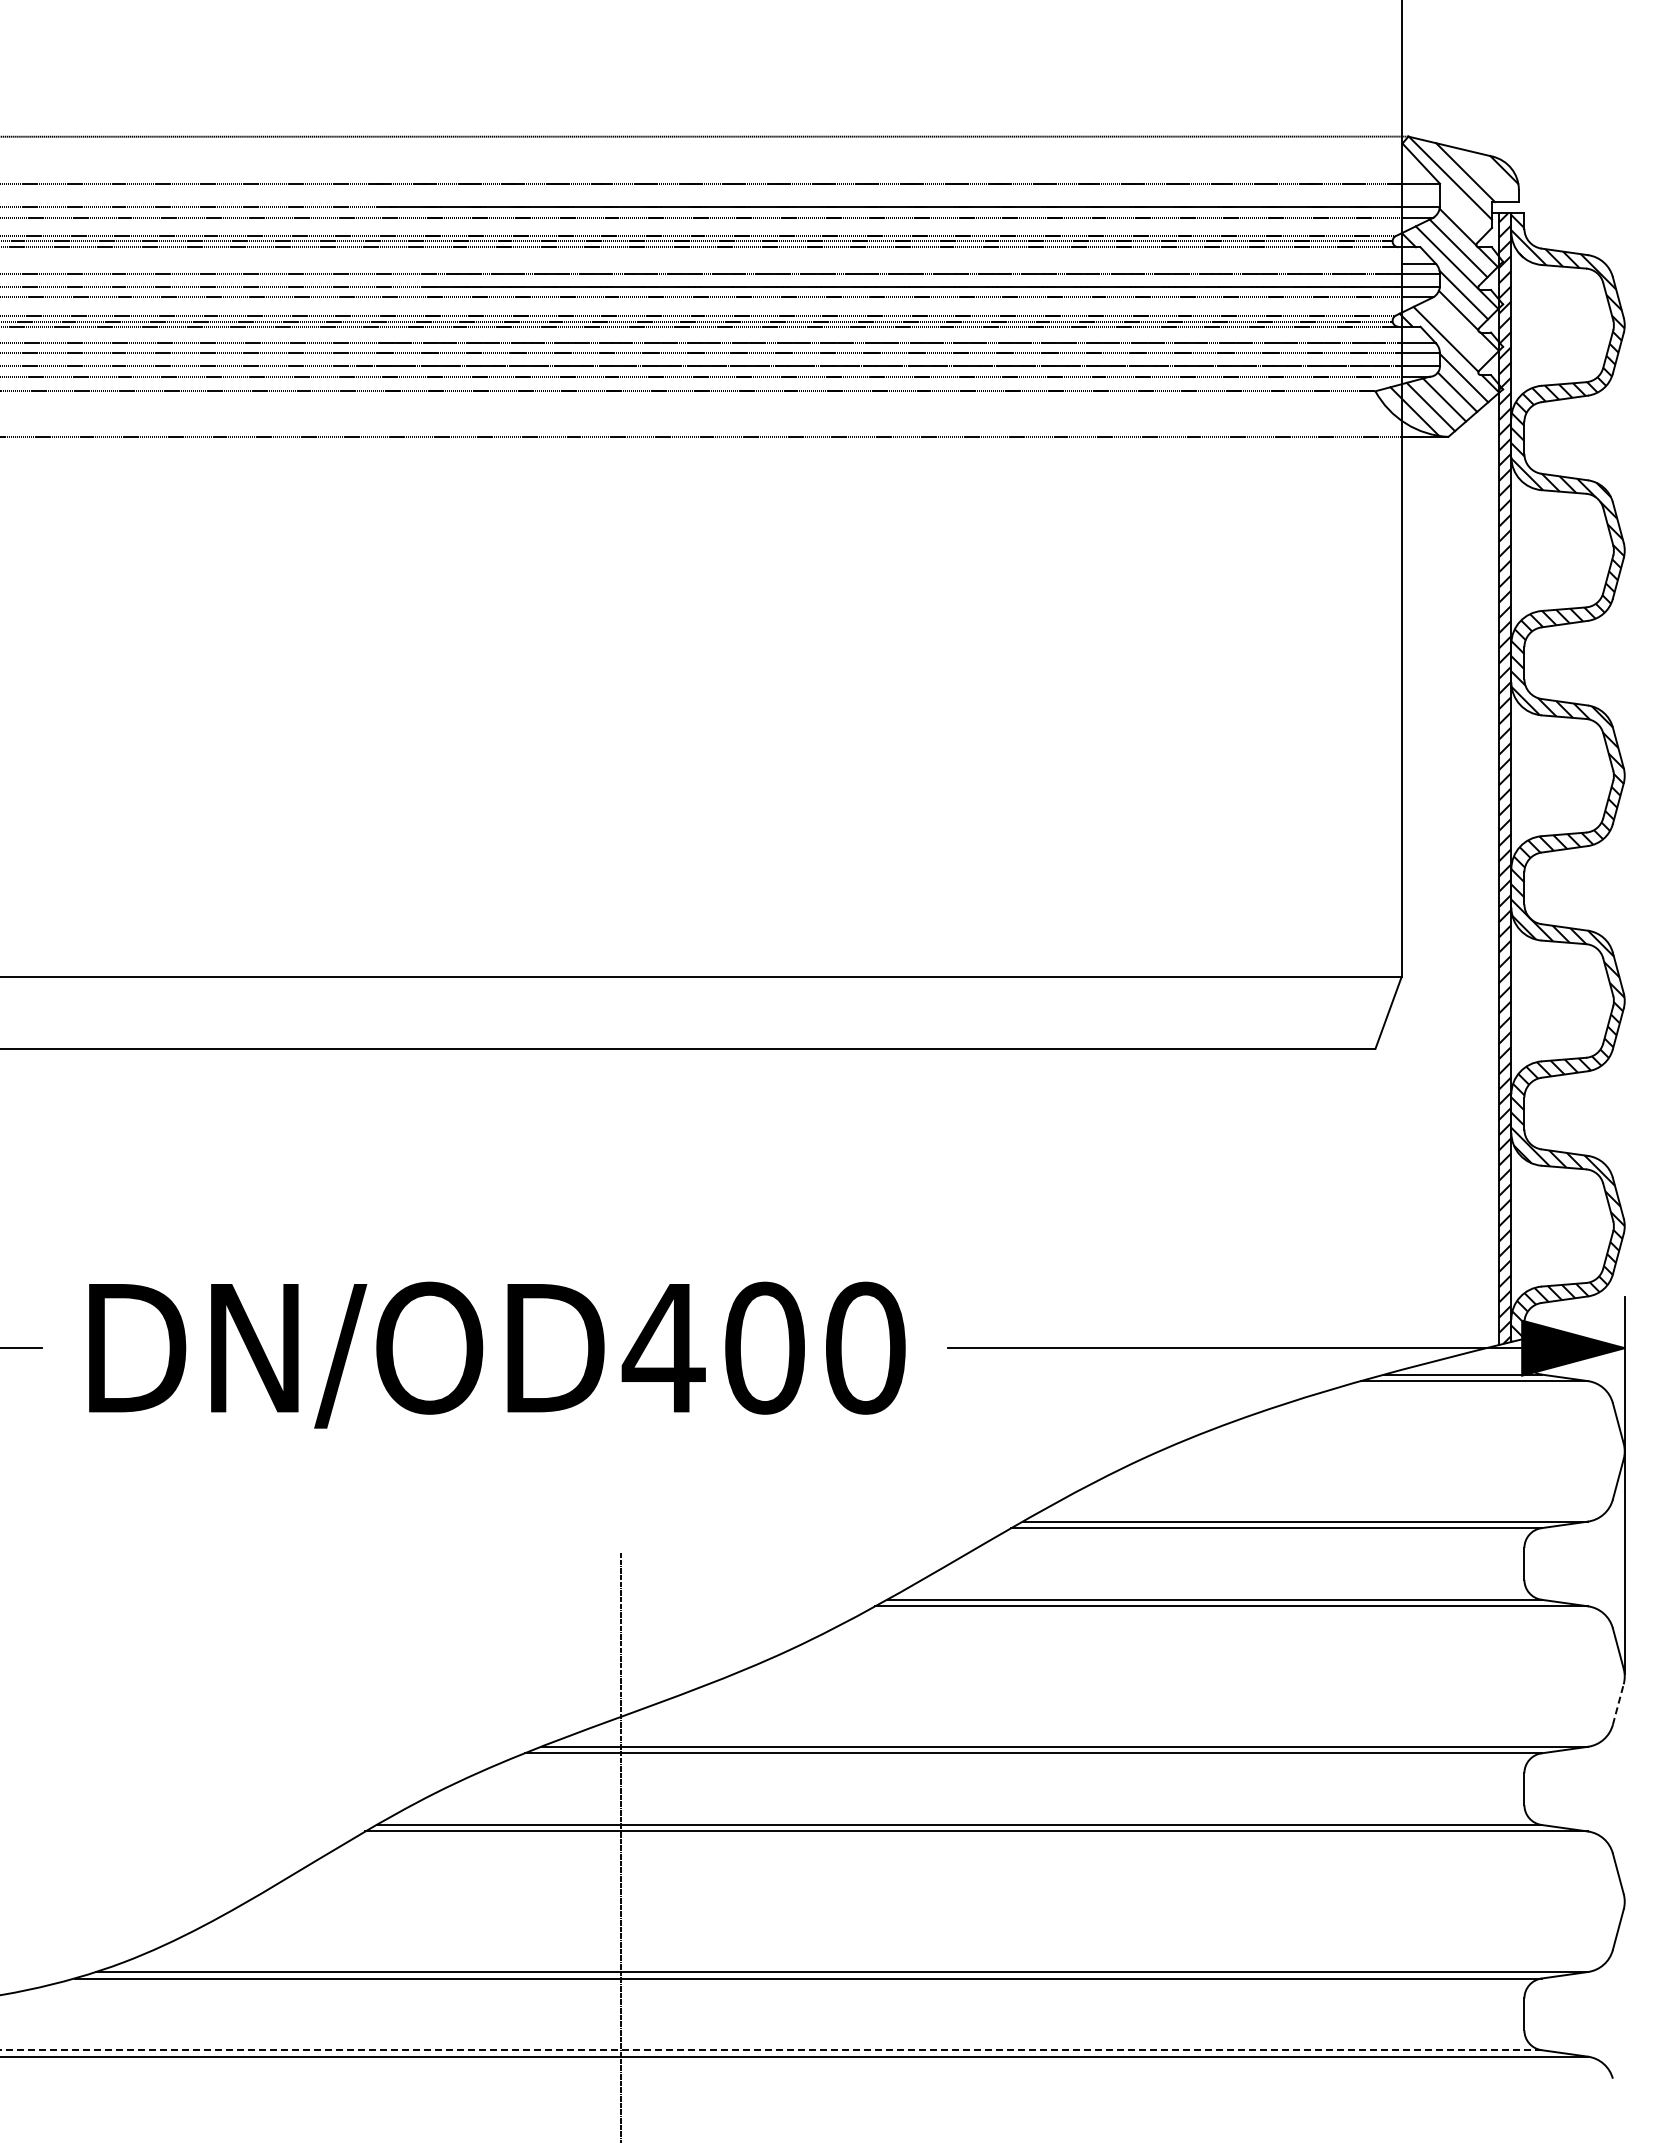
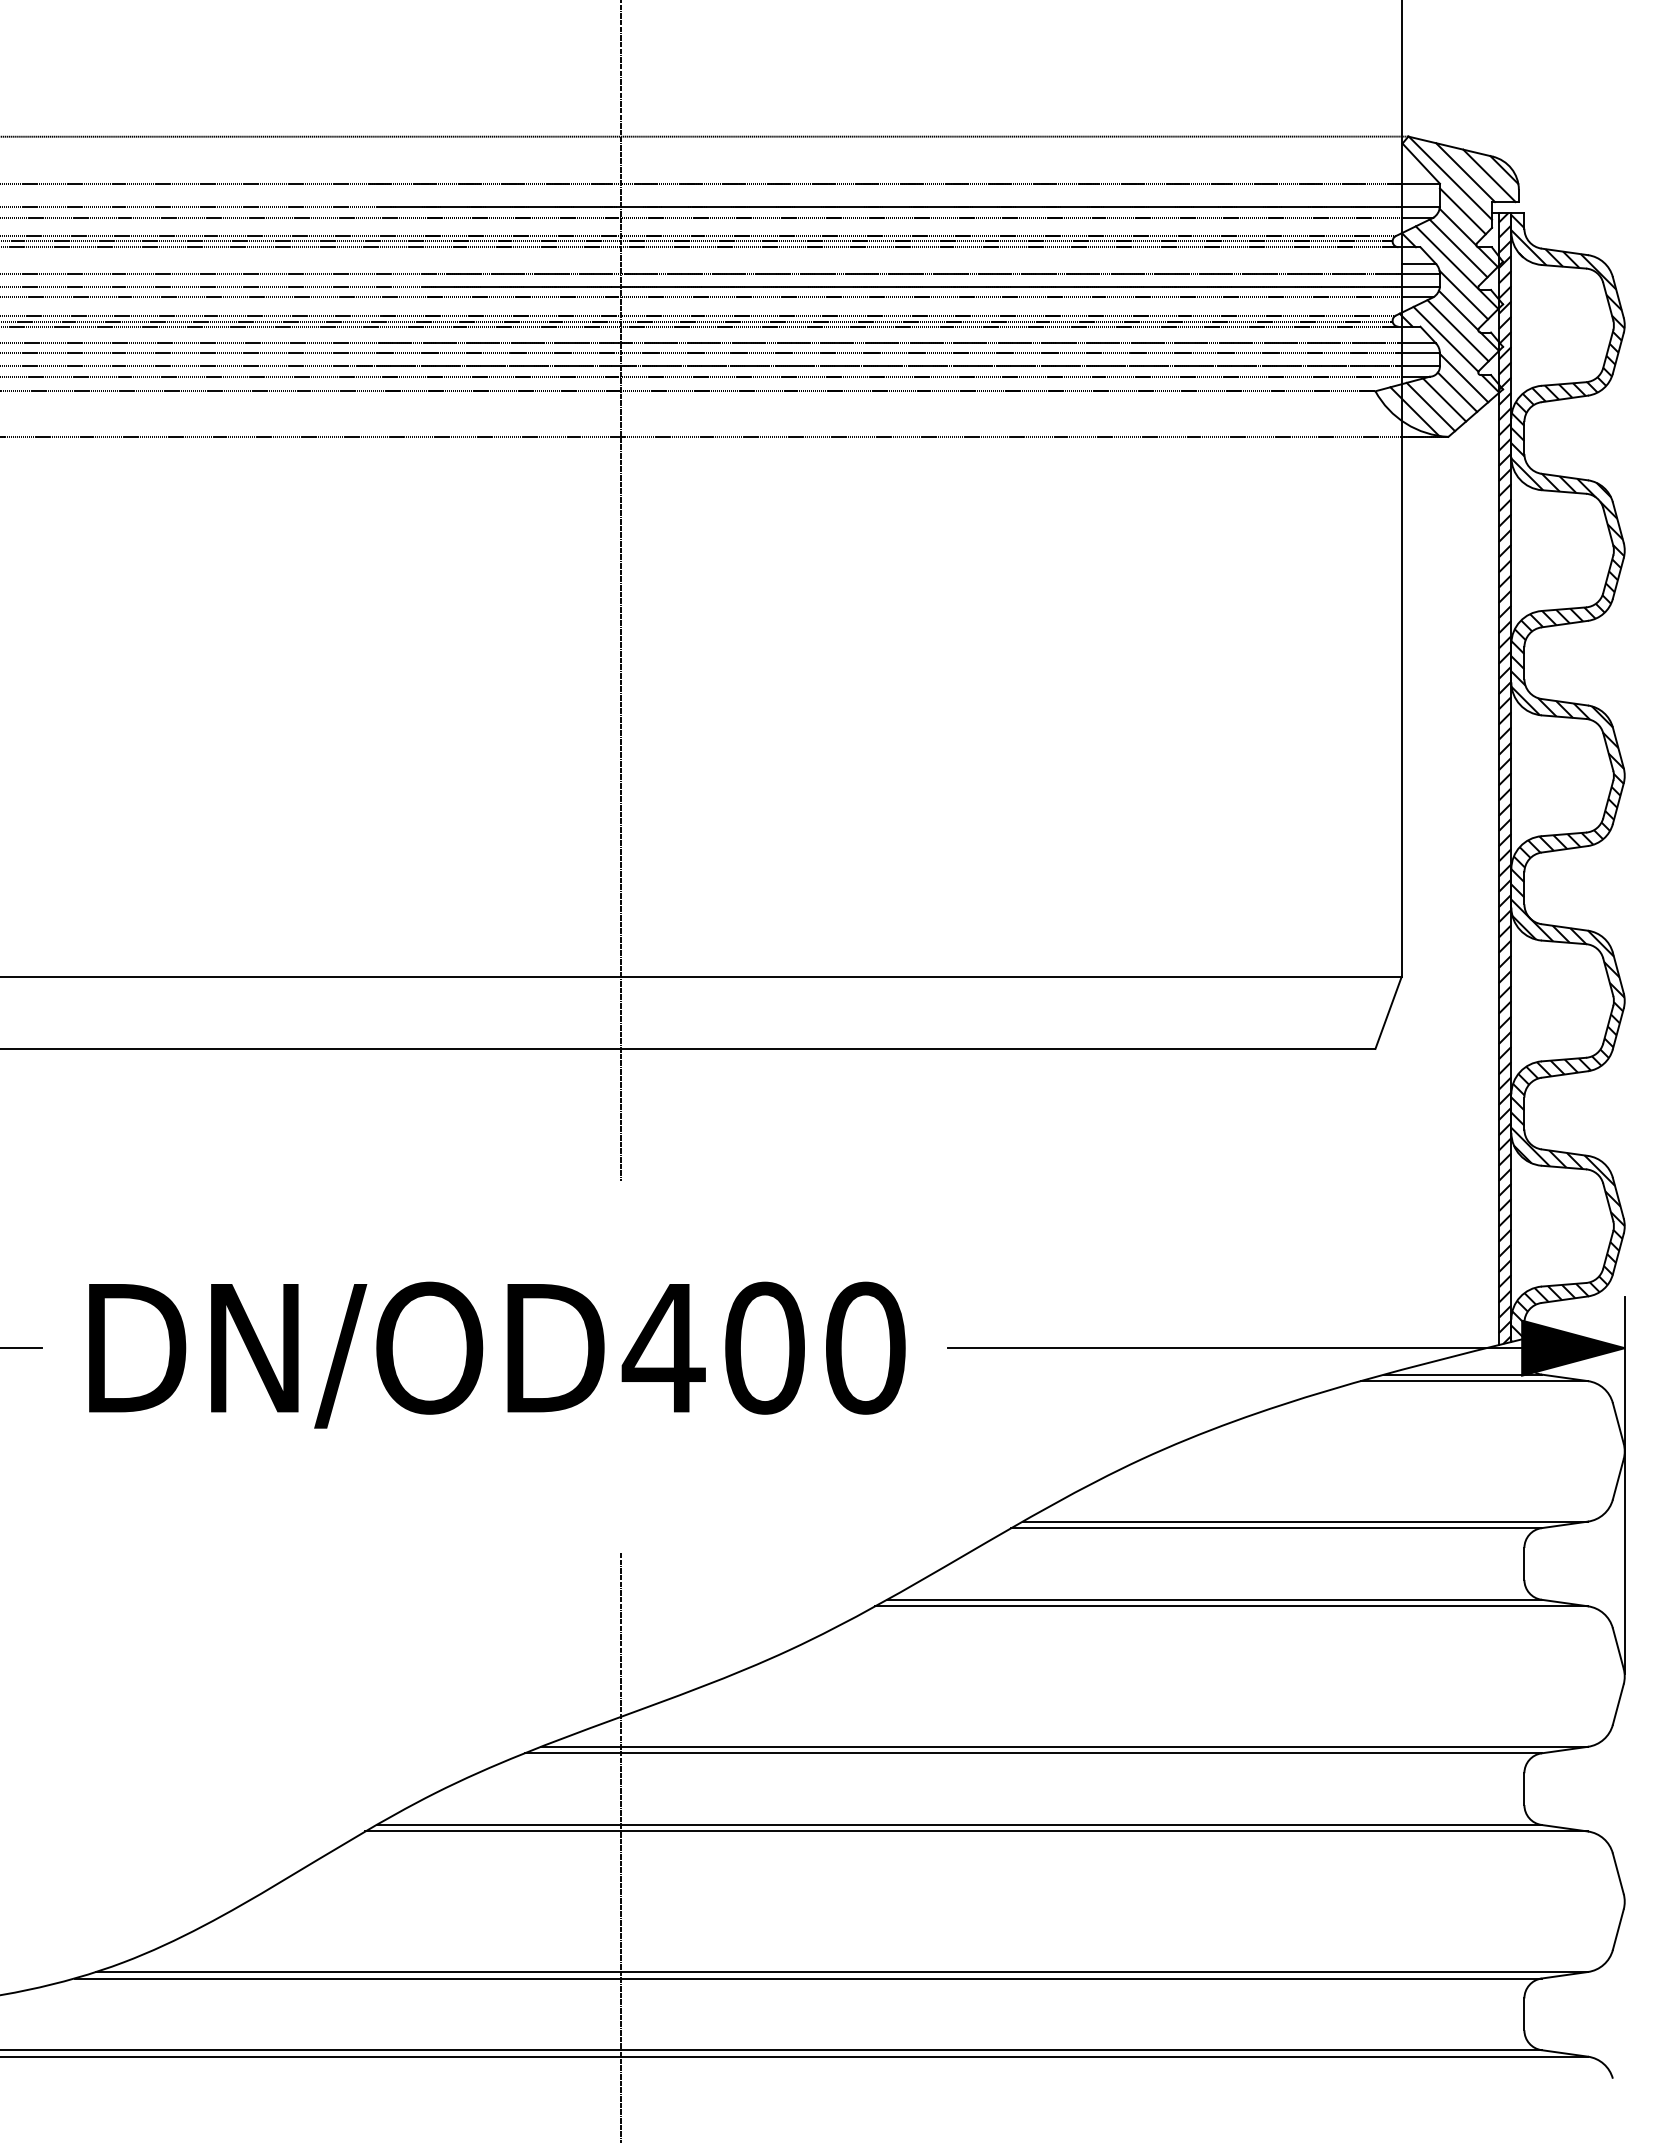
line at (1489, 175): none -> present
line at (1462, 211): none -> present
line at (1457, 330): none -> present
line at (621, 591): none -> present
line at (1618, 1704): dashed -> solid
line at (770, 2050): dashed -> solid
